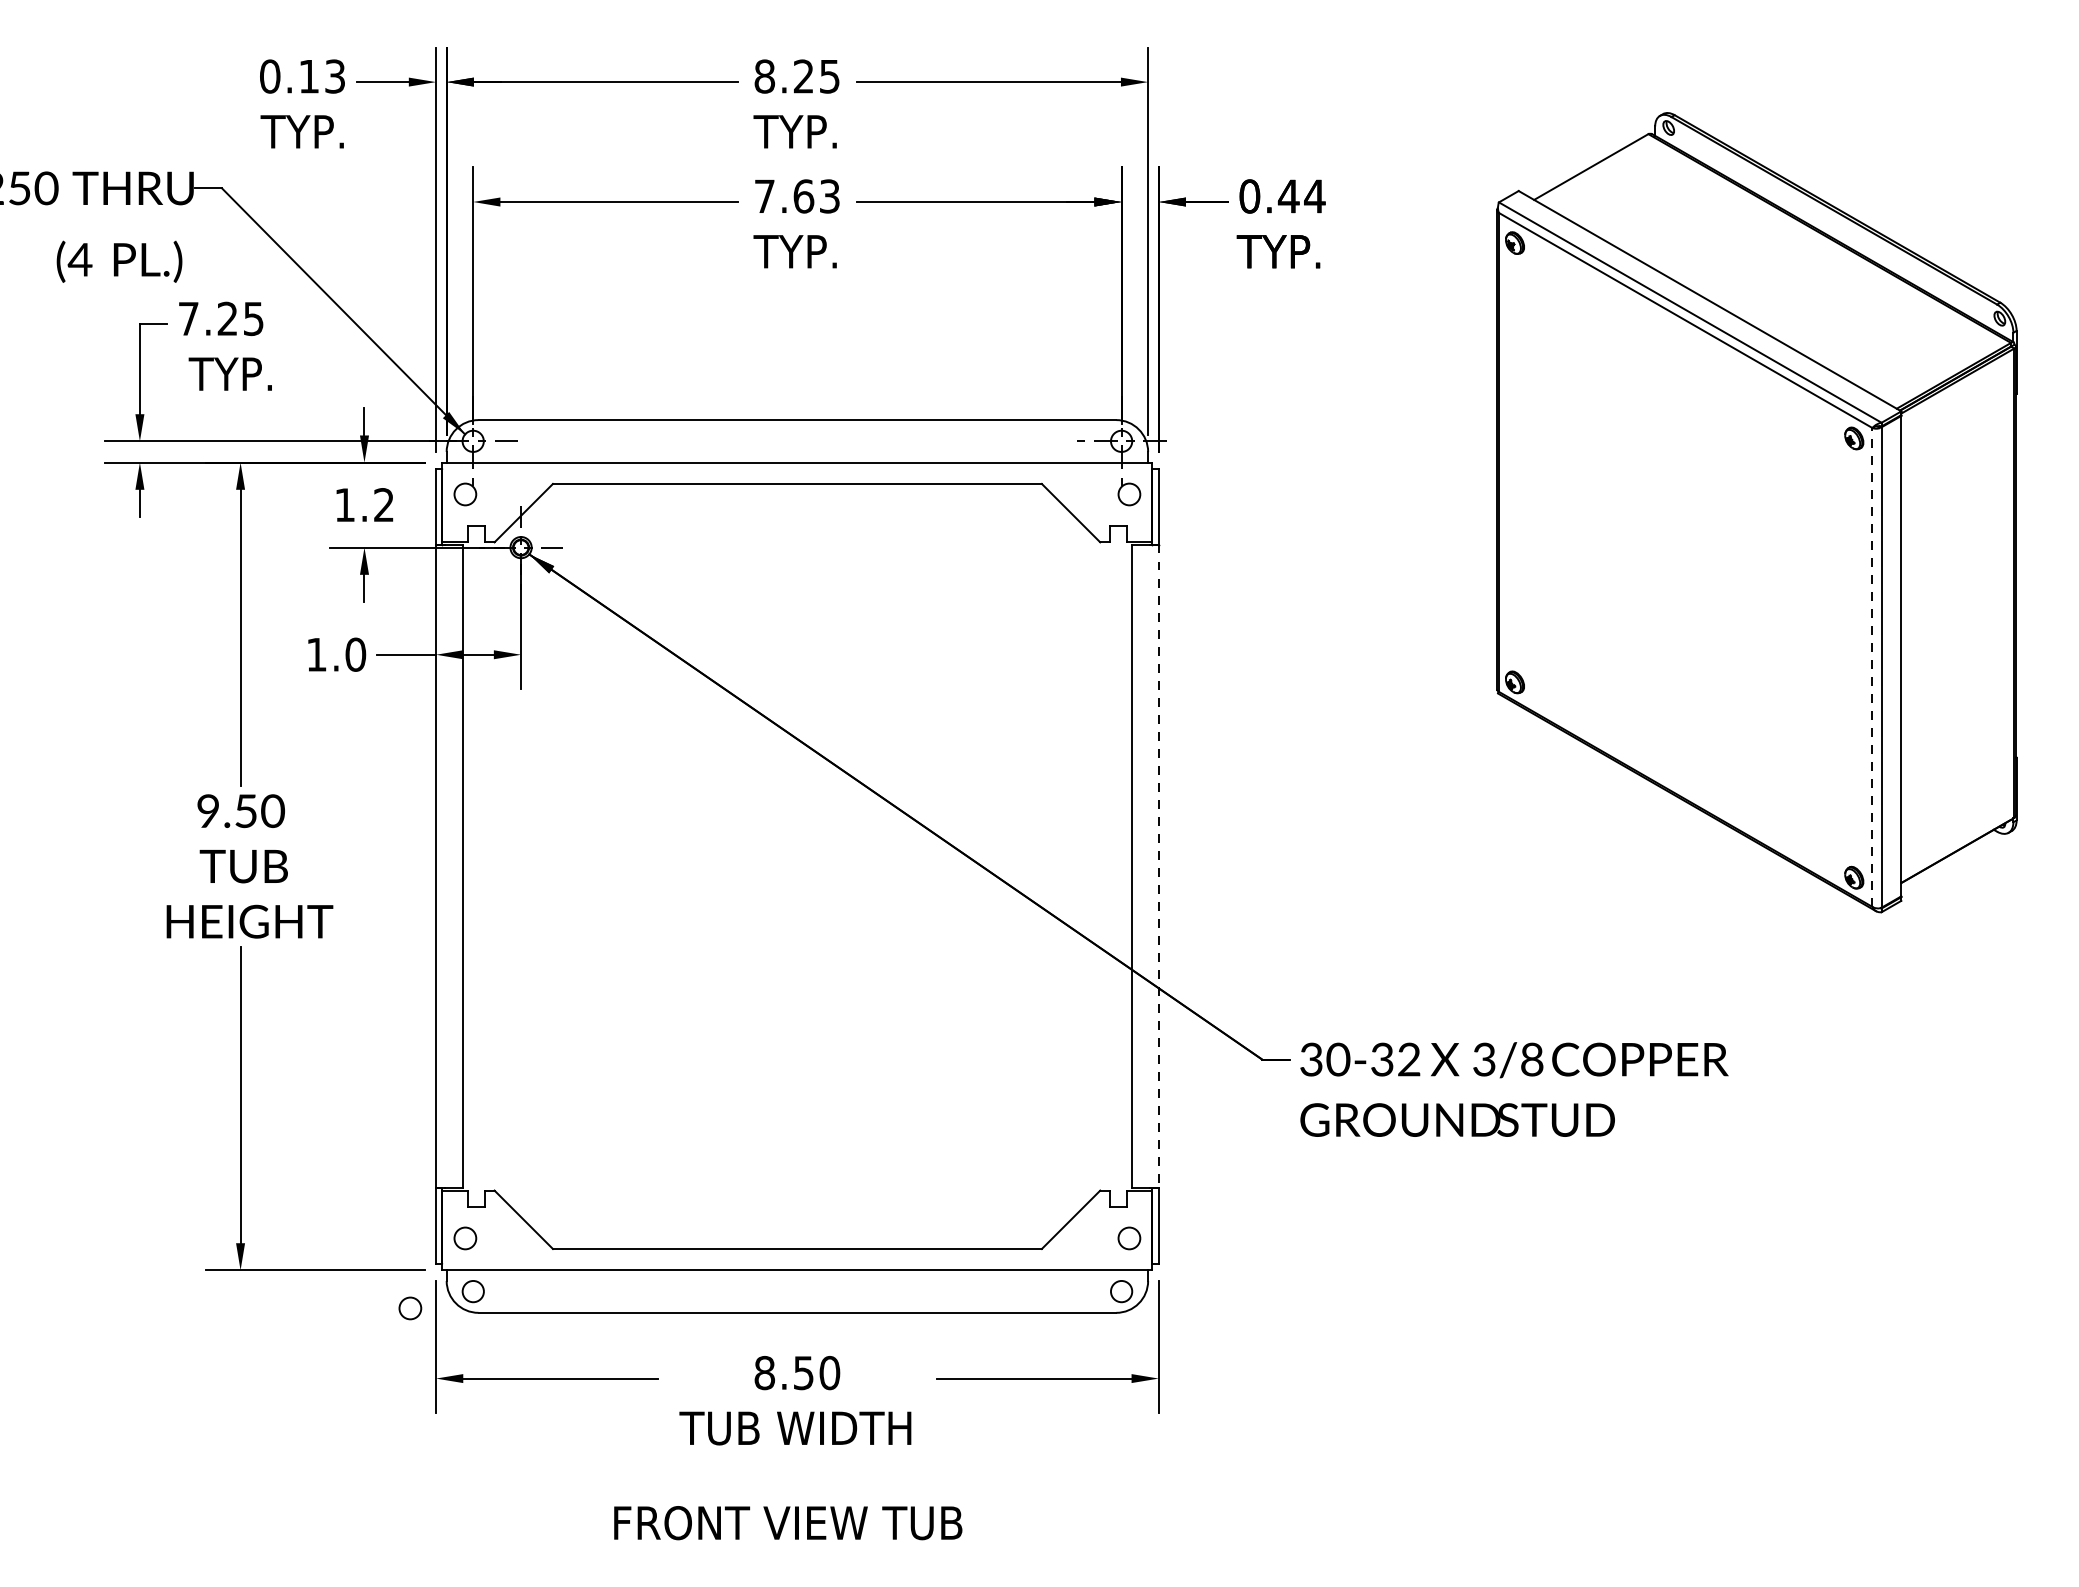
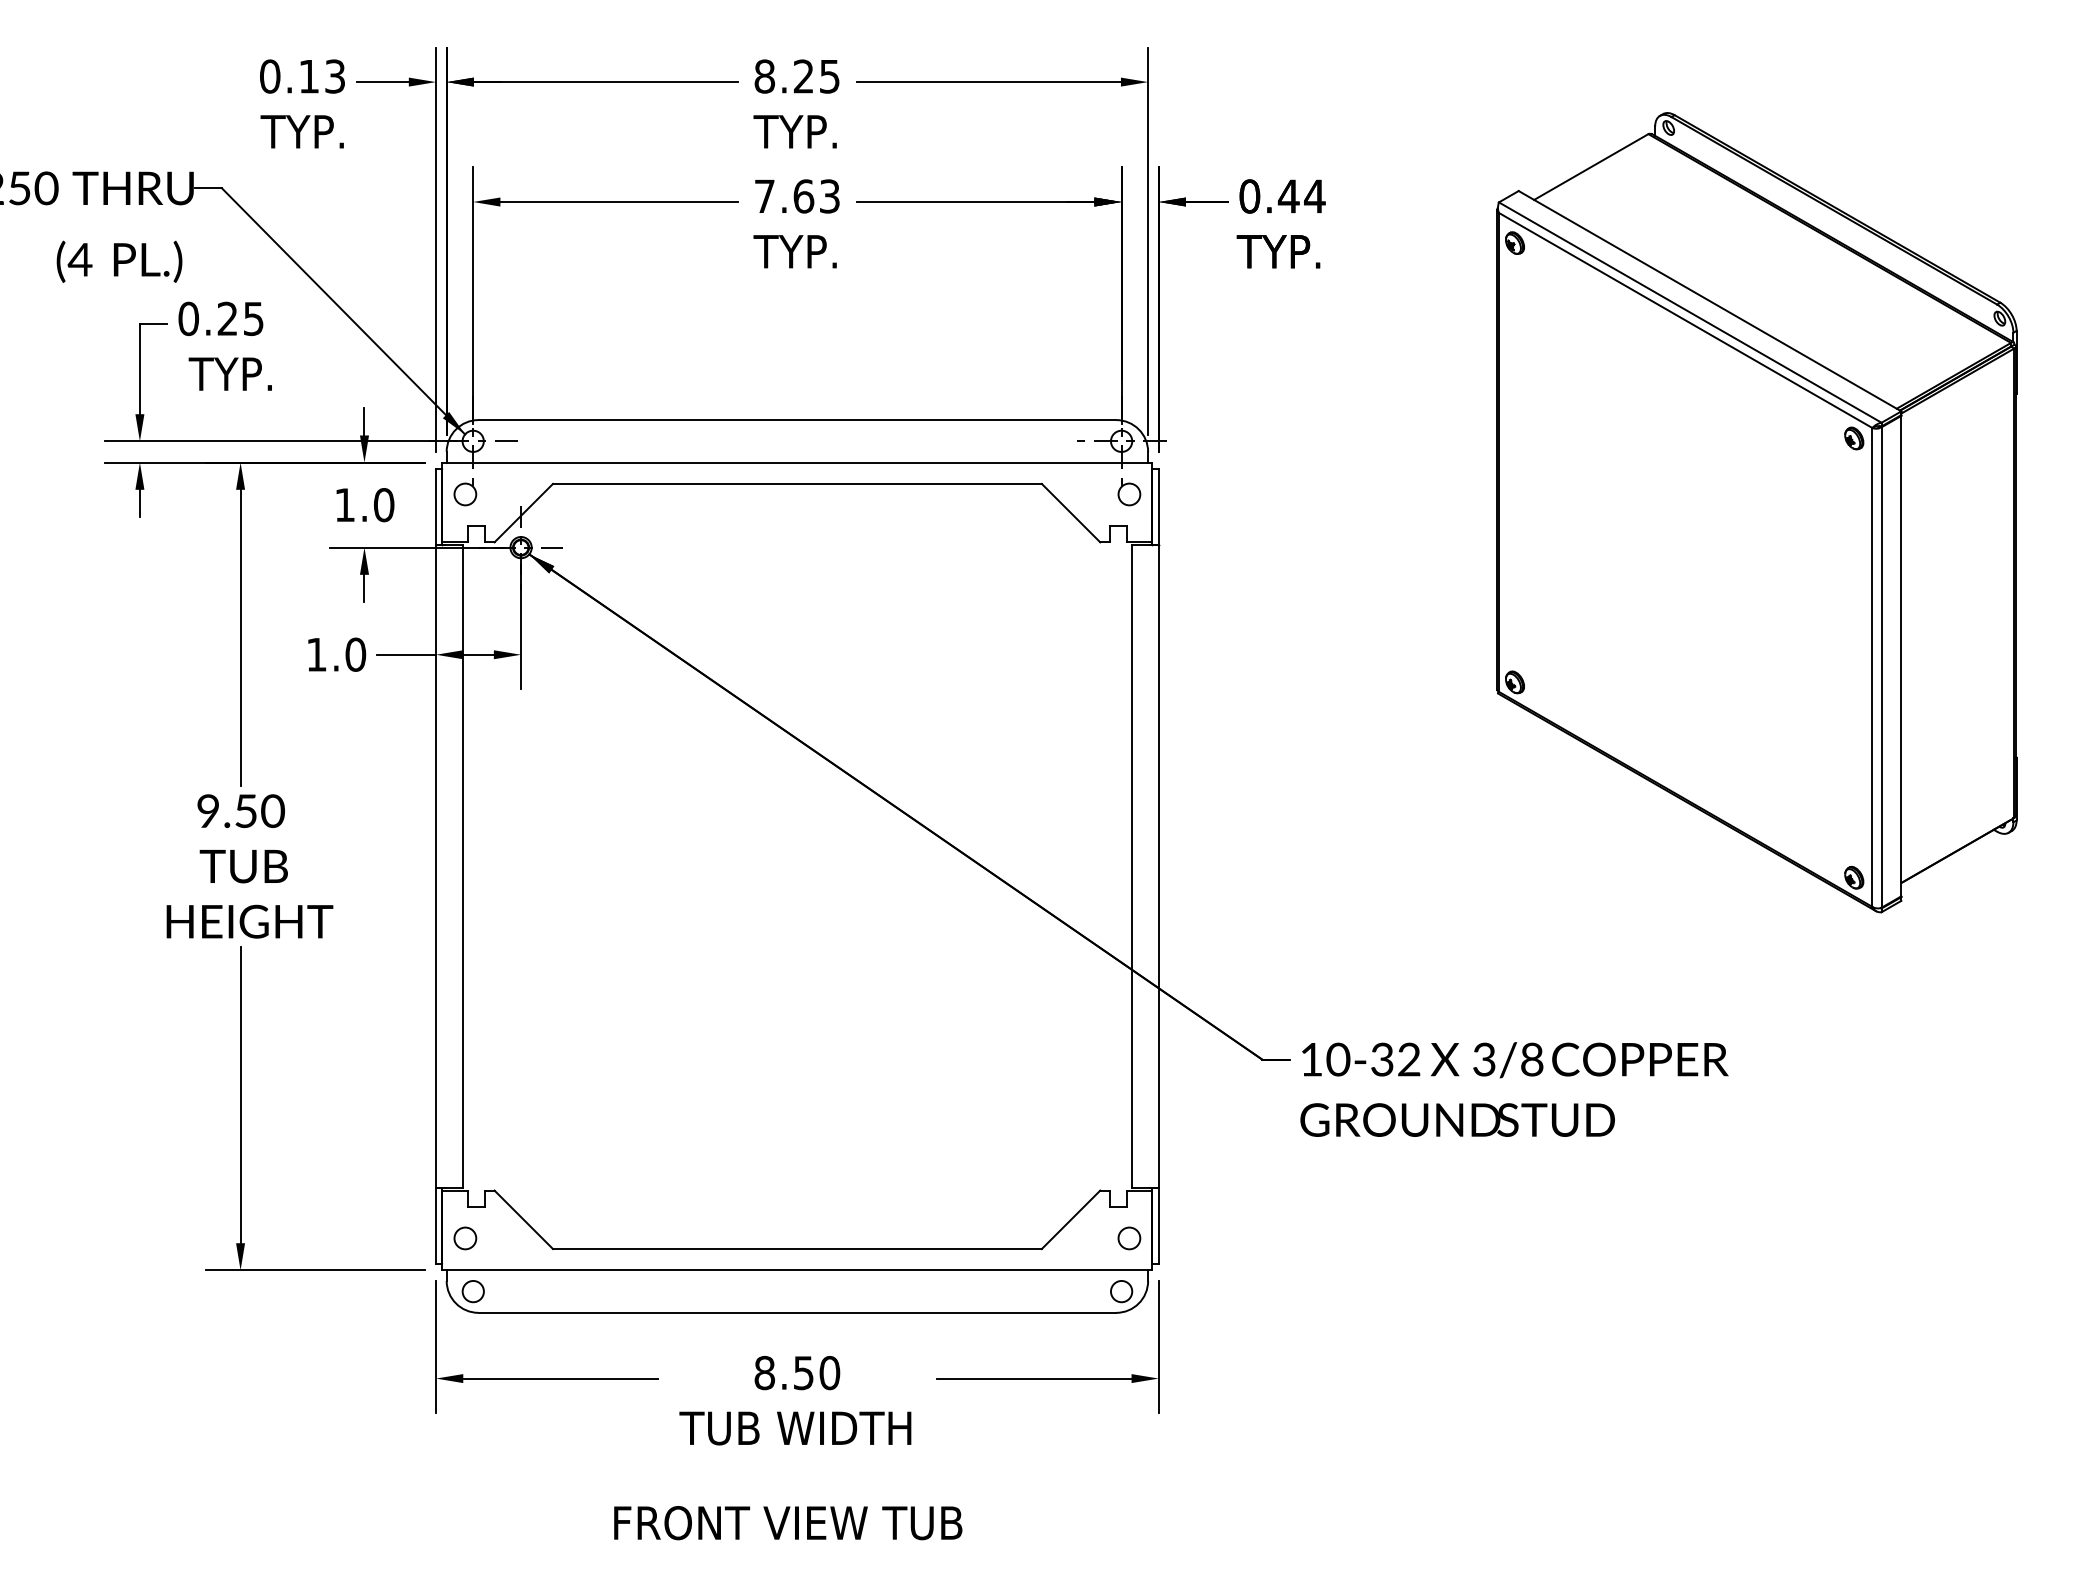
text at (188, 318): 7.25 -> 0.25
text at (384, 505): 1.2 -> 1.0
line at (1872, 667): dashed -> solid
line at (1158, 866): dashed -> solid
text at (1311, 1059): 30-32 -> 10-32
circle at (410, 1308): present -> none
